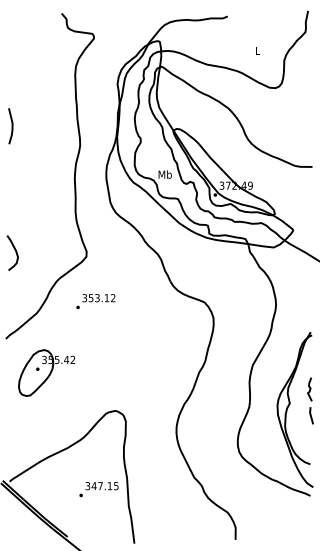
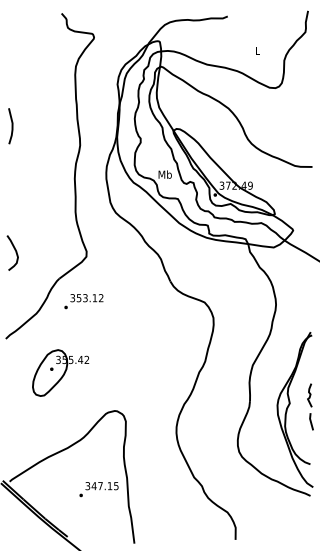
text at (95, 301) position: (95, 301) -> (83, 301)
part at (46, 372) position: (46, 372) -> (60, 372)
part at (310, 400) position: (310, 400) -> (310, 406)
